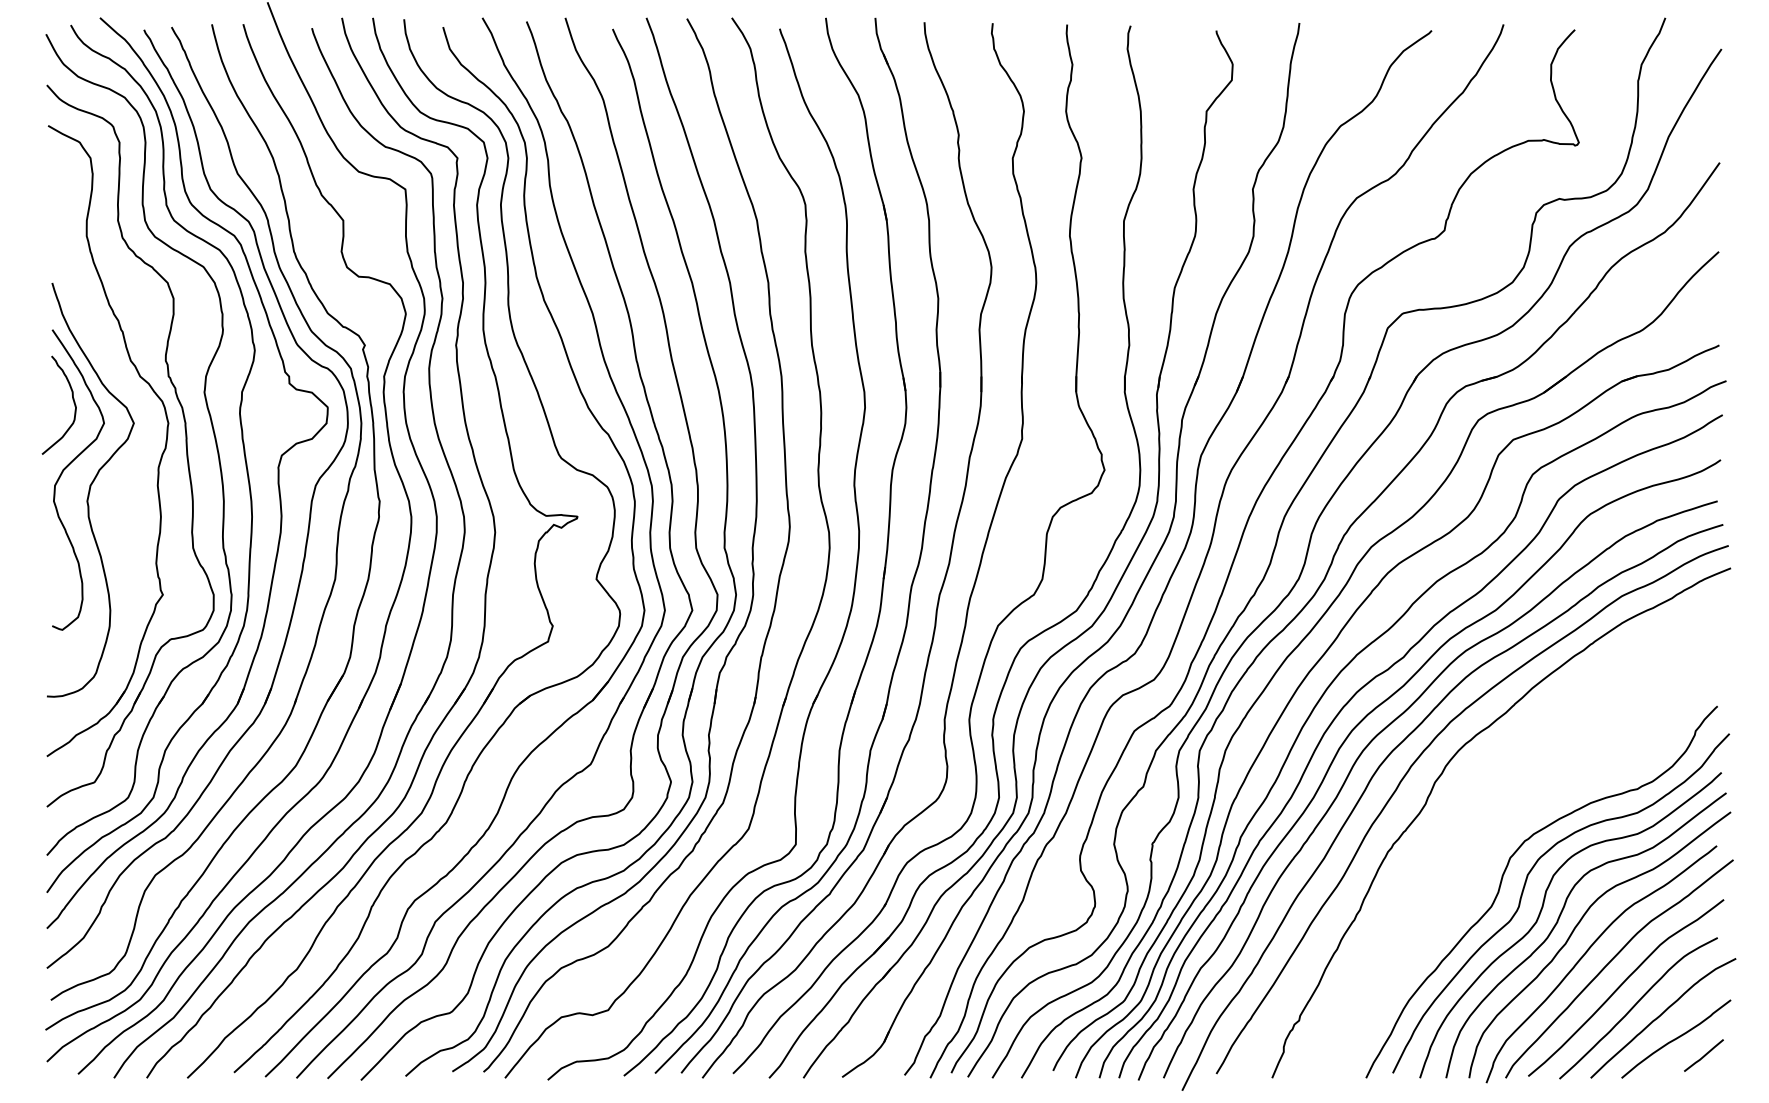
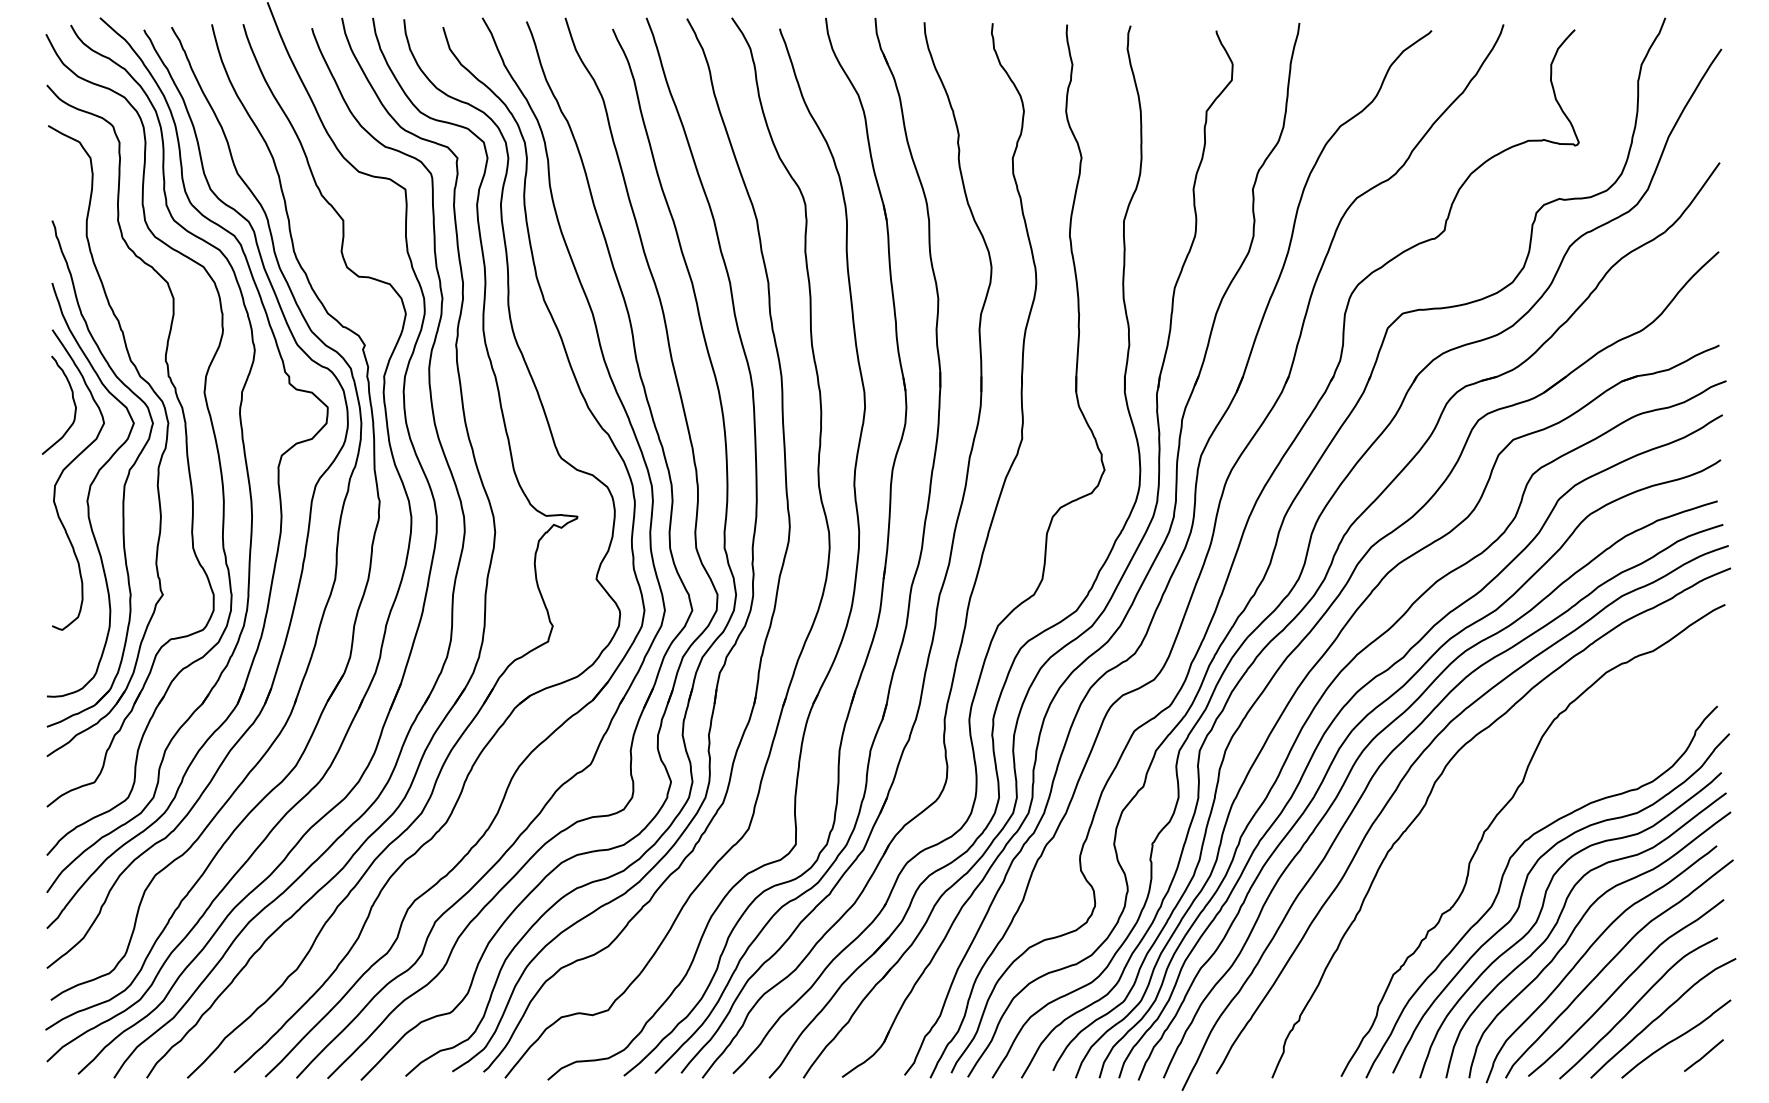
part at (124, 482): none -> present
curve at (1502, 810): none -> present
